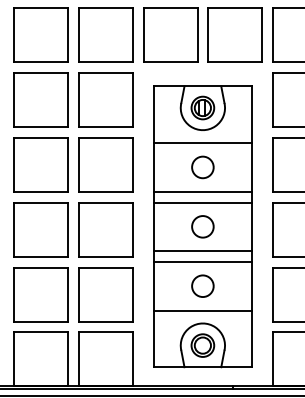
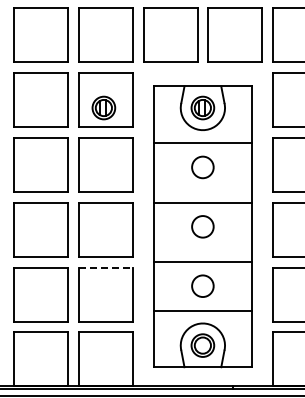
part at (103, 107): none -> present
line at (202, 191): present -> none
line at (202, 251): present -> none
line at (105, 267): solid -> dashed
